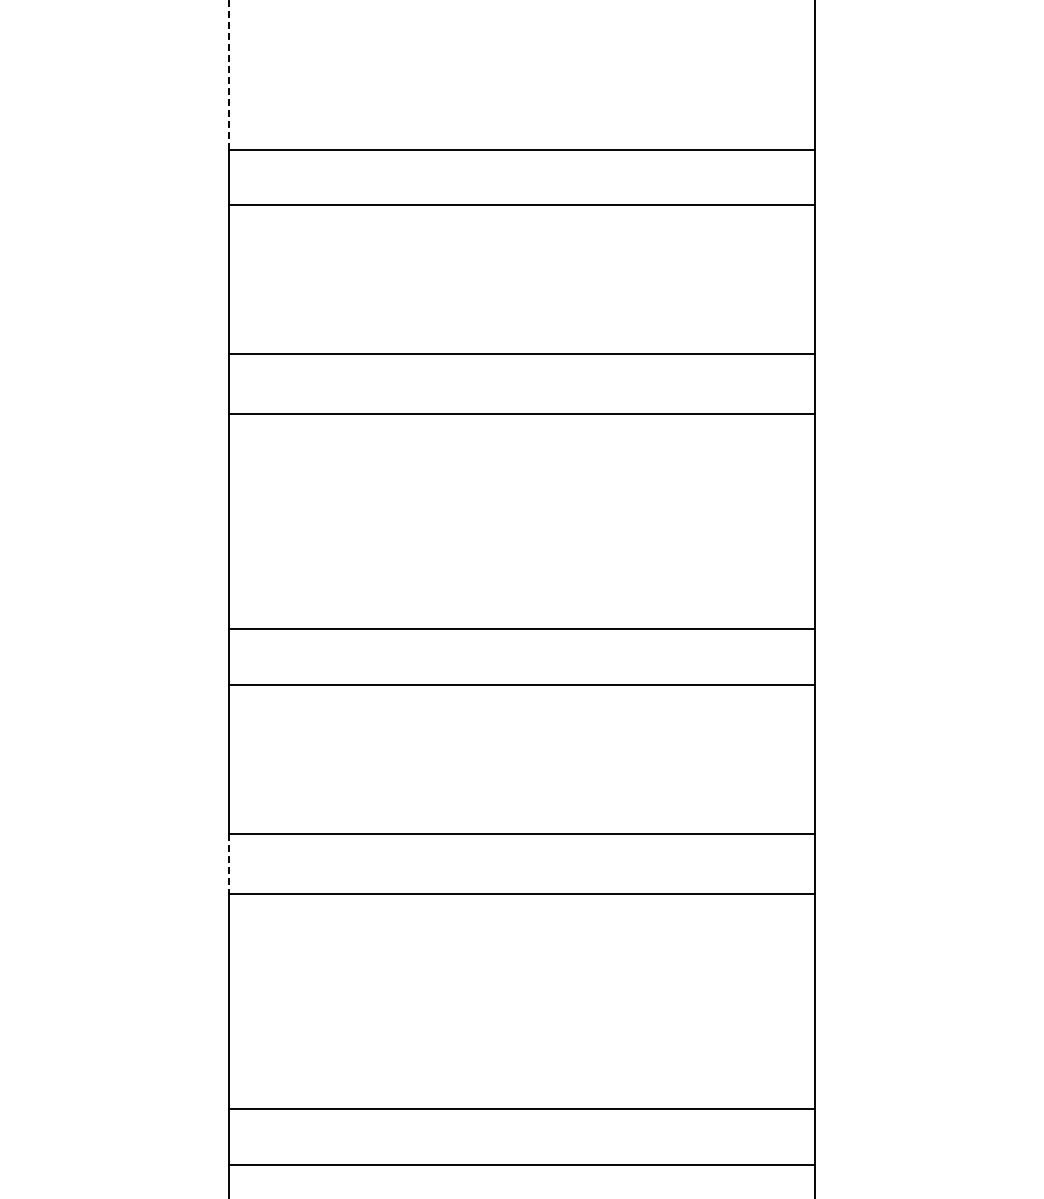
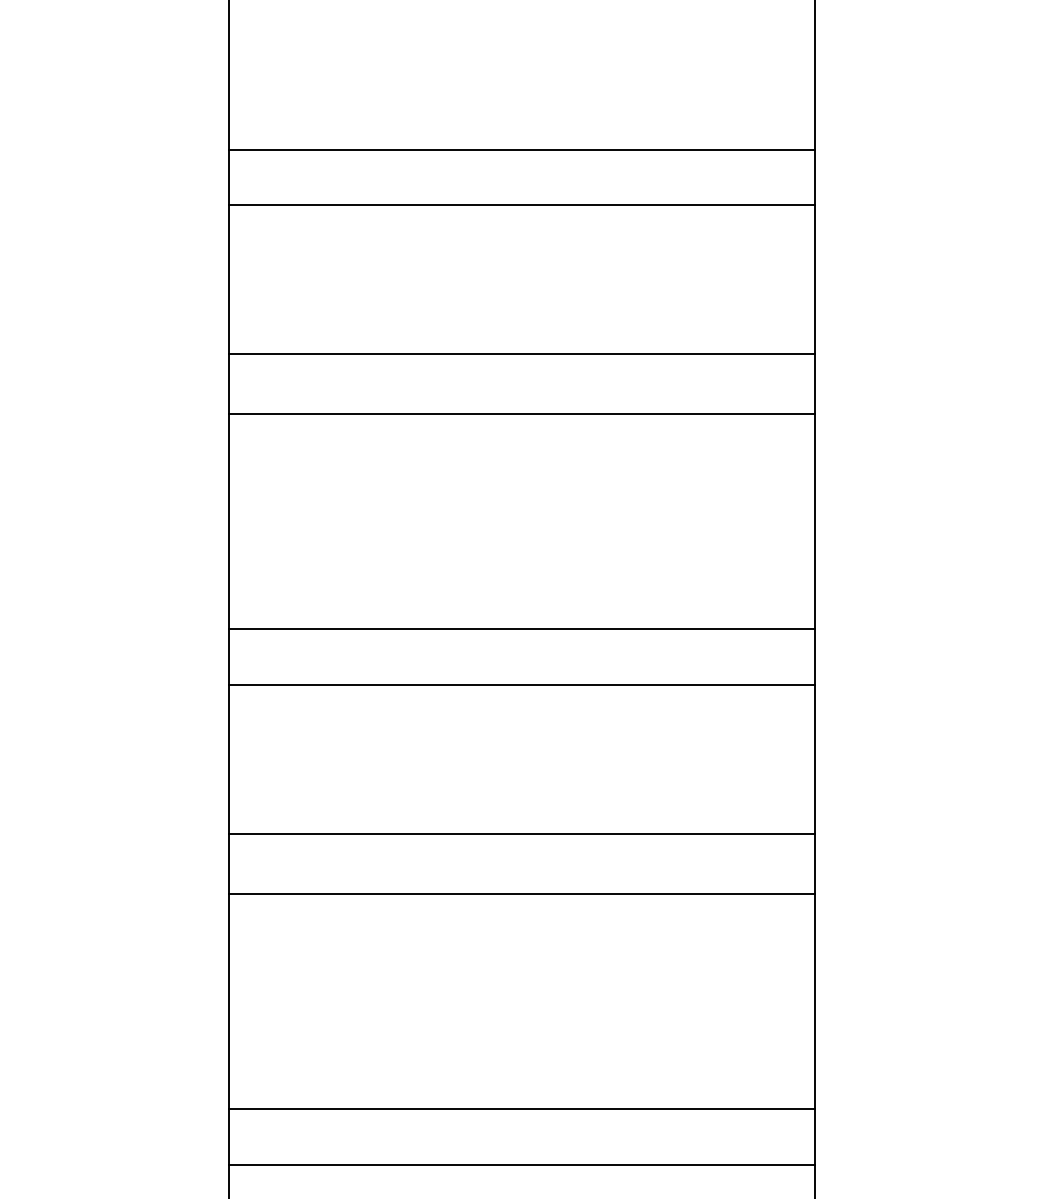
line at (229, 74): dashed -> solid
line at (229, 863): dashed -> solid
